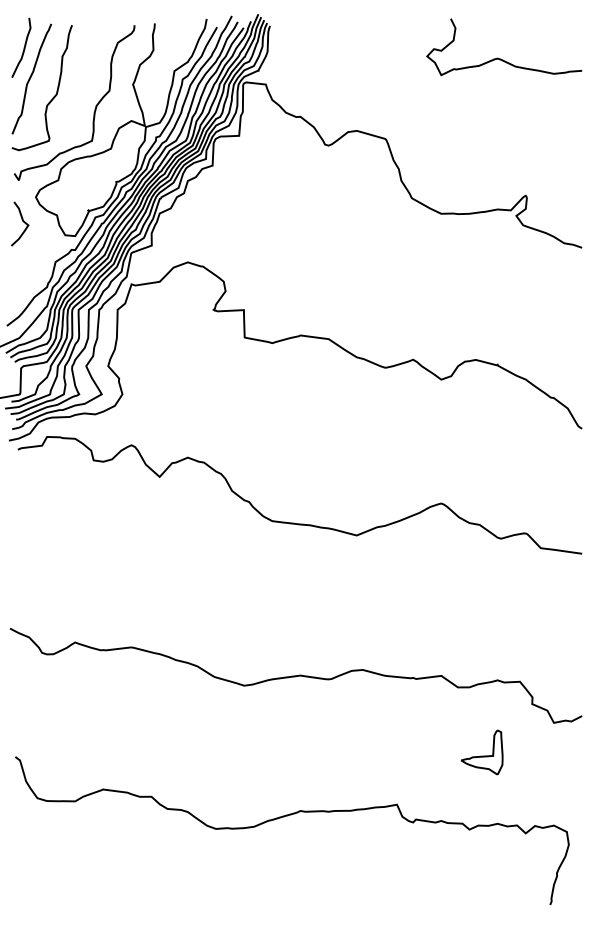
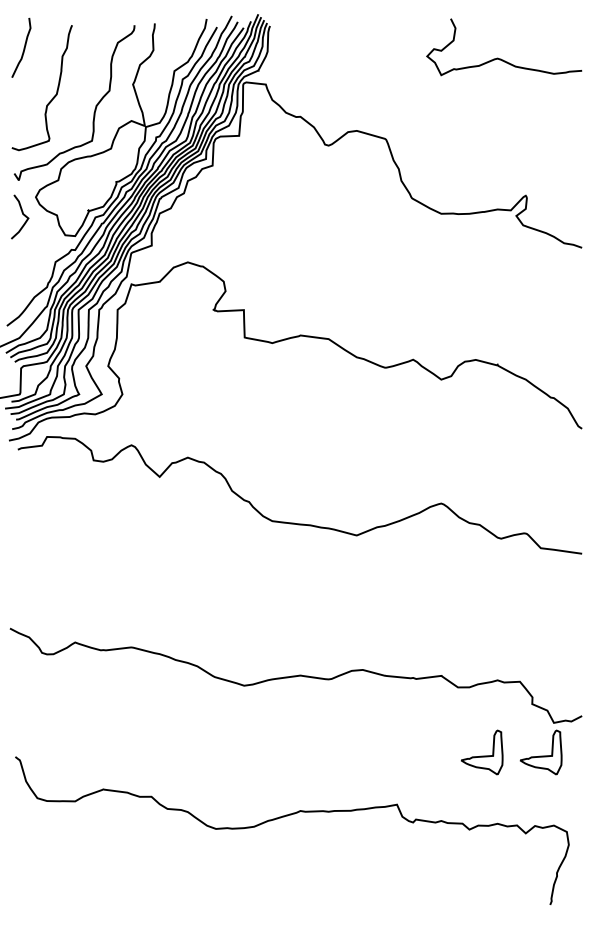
curve at (31, 77): present -> none
curve at (22, 221) position: (22, 221) -> (22, 214)
part at (540, 752): none -> present
